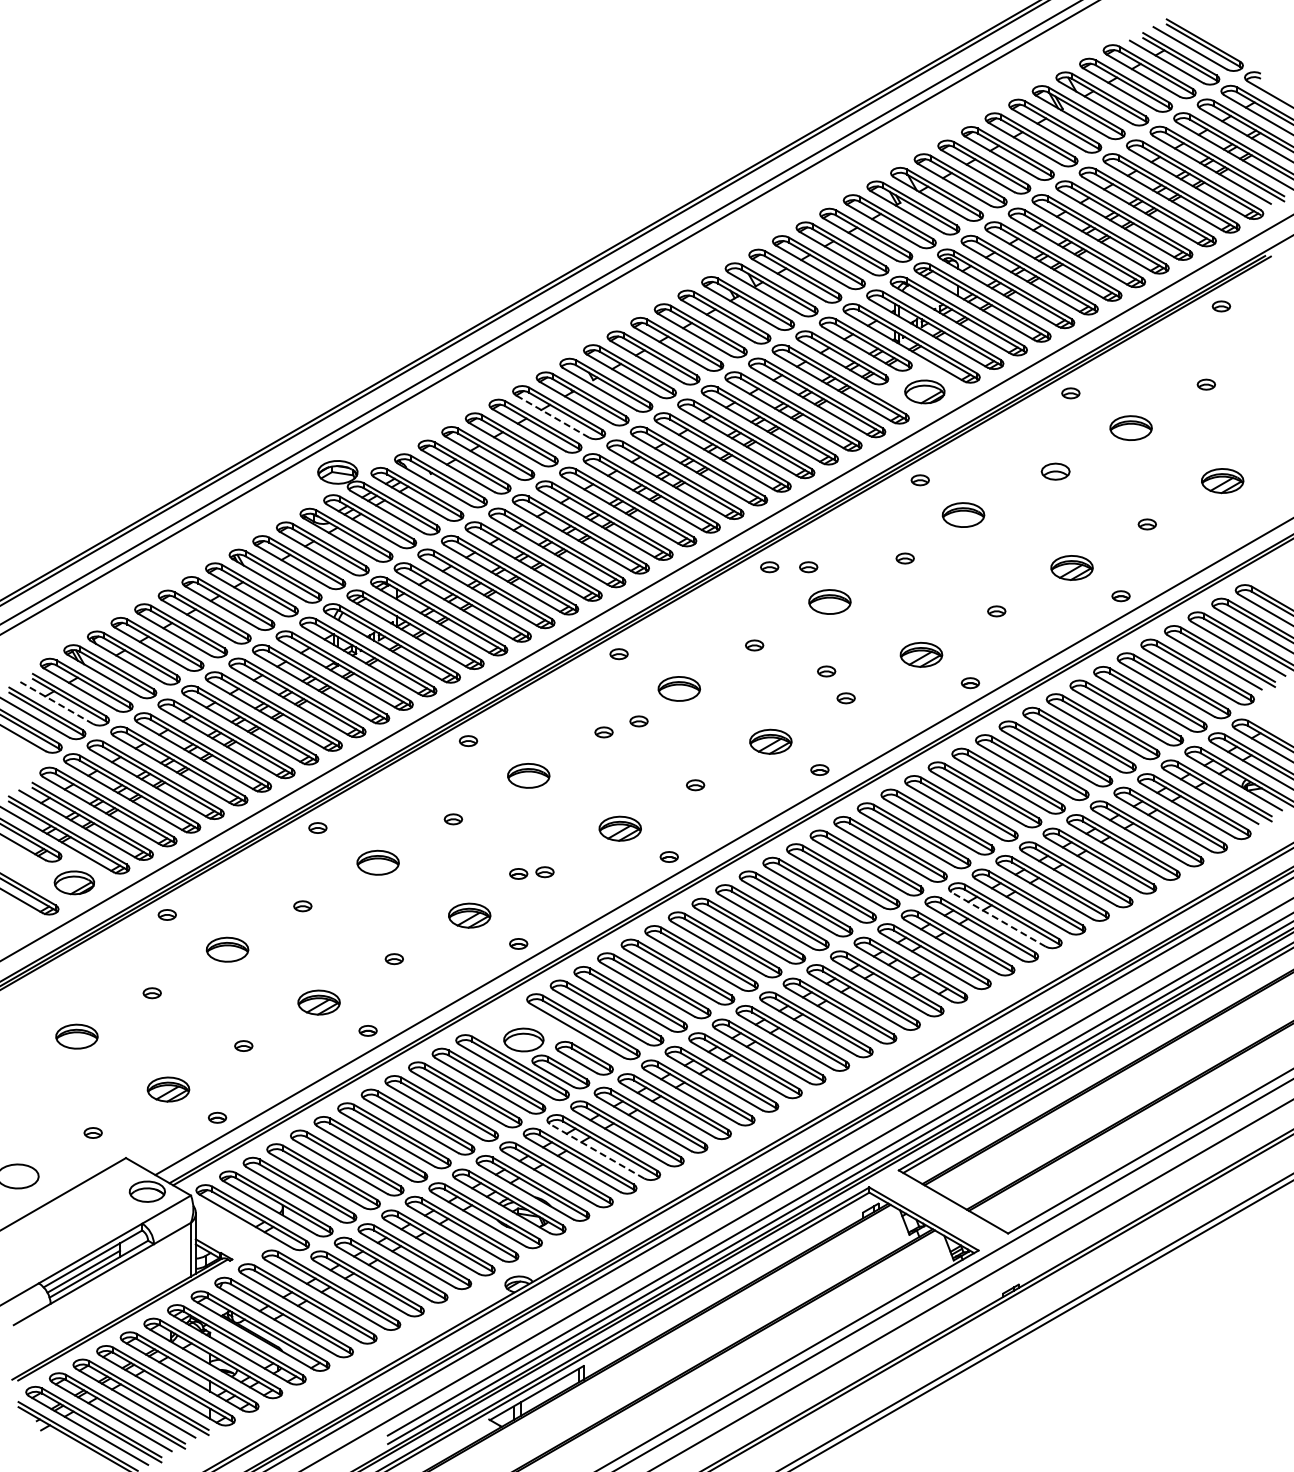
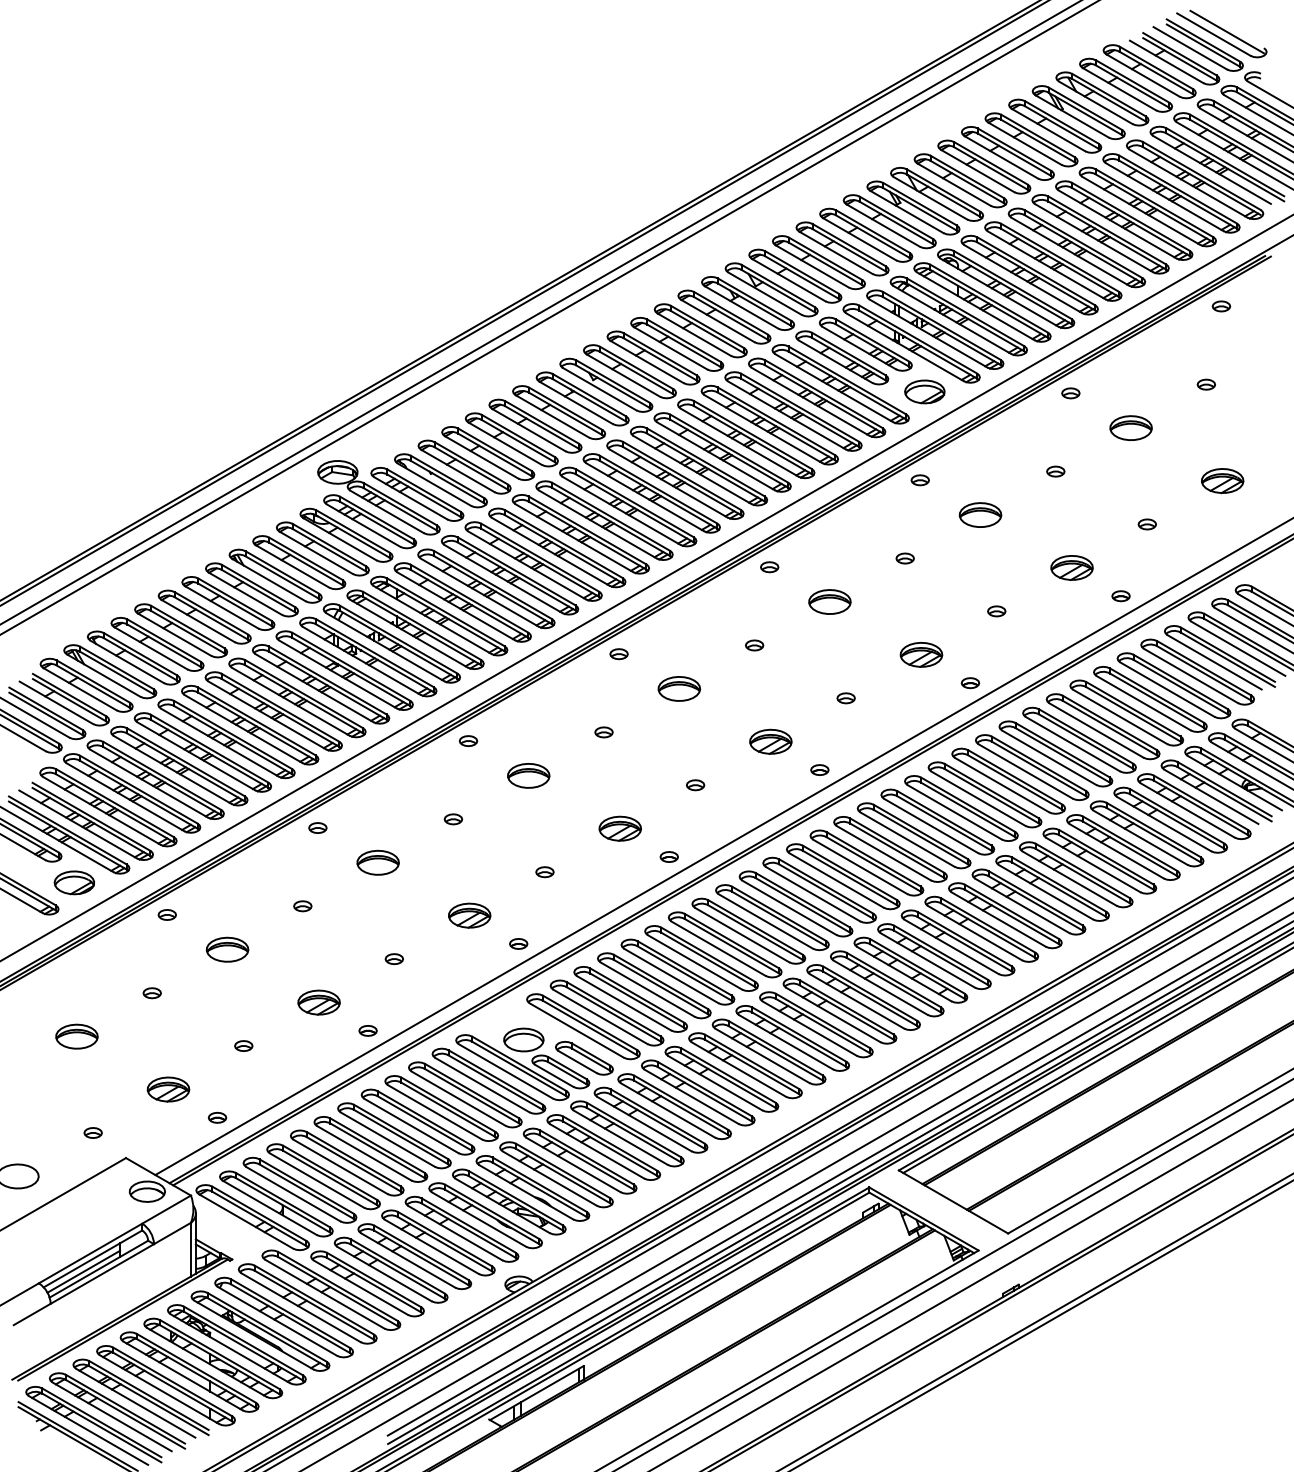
part at (1221, 33): none -> present
line at (552, 416): dashed -> solid
part at (1055, 471) size: 31x19 px -> 20x13 px
part at (963, 514) position: (963, 514) -> (980, 514)
part at (808, 567): present -> none
part at (826, 671): present -> none
line at (55, 702): dashed -> solid
part at (638, 721): present -> none
part at (518, 873): present -> none
line at (998, 919): dashed -> solid
line at (596, 1151): dashed -> solid
